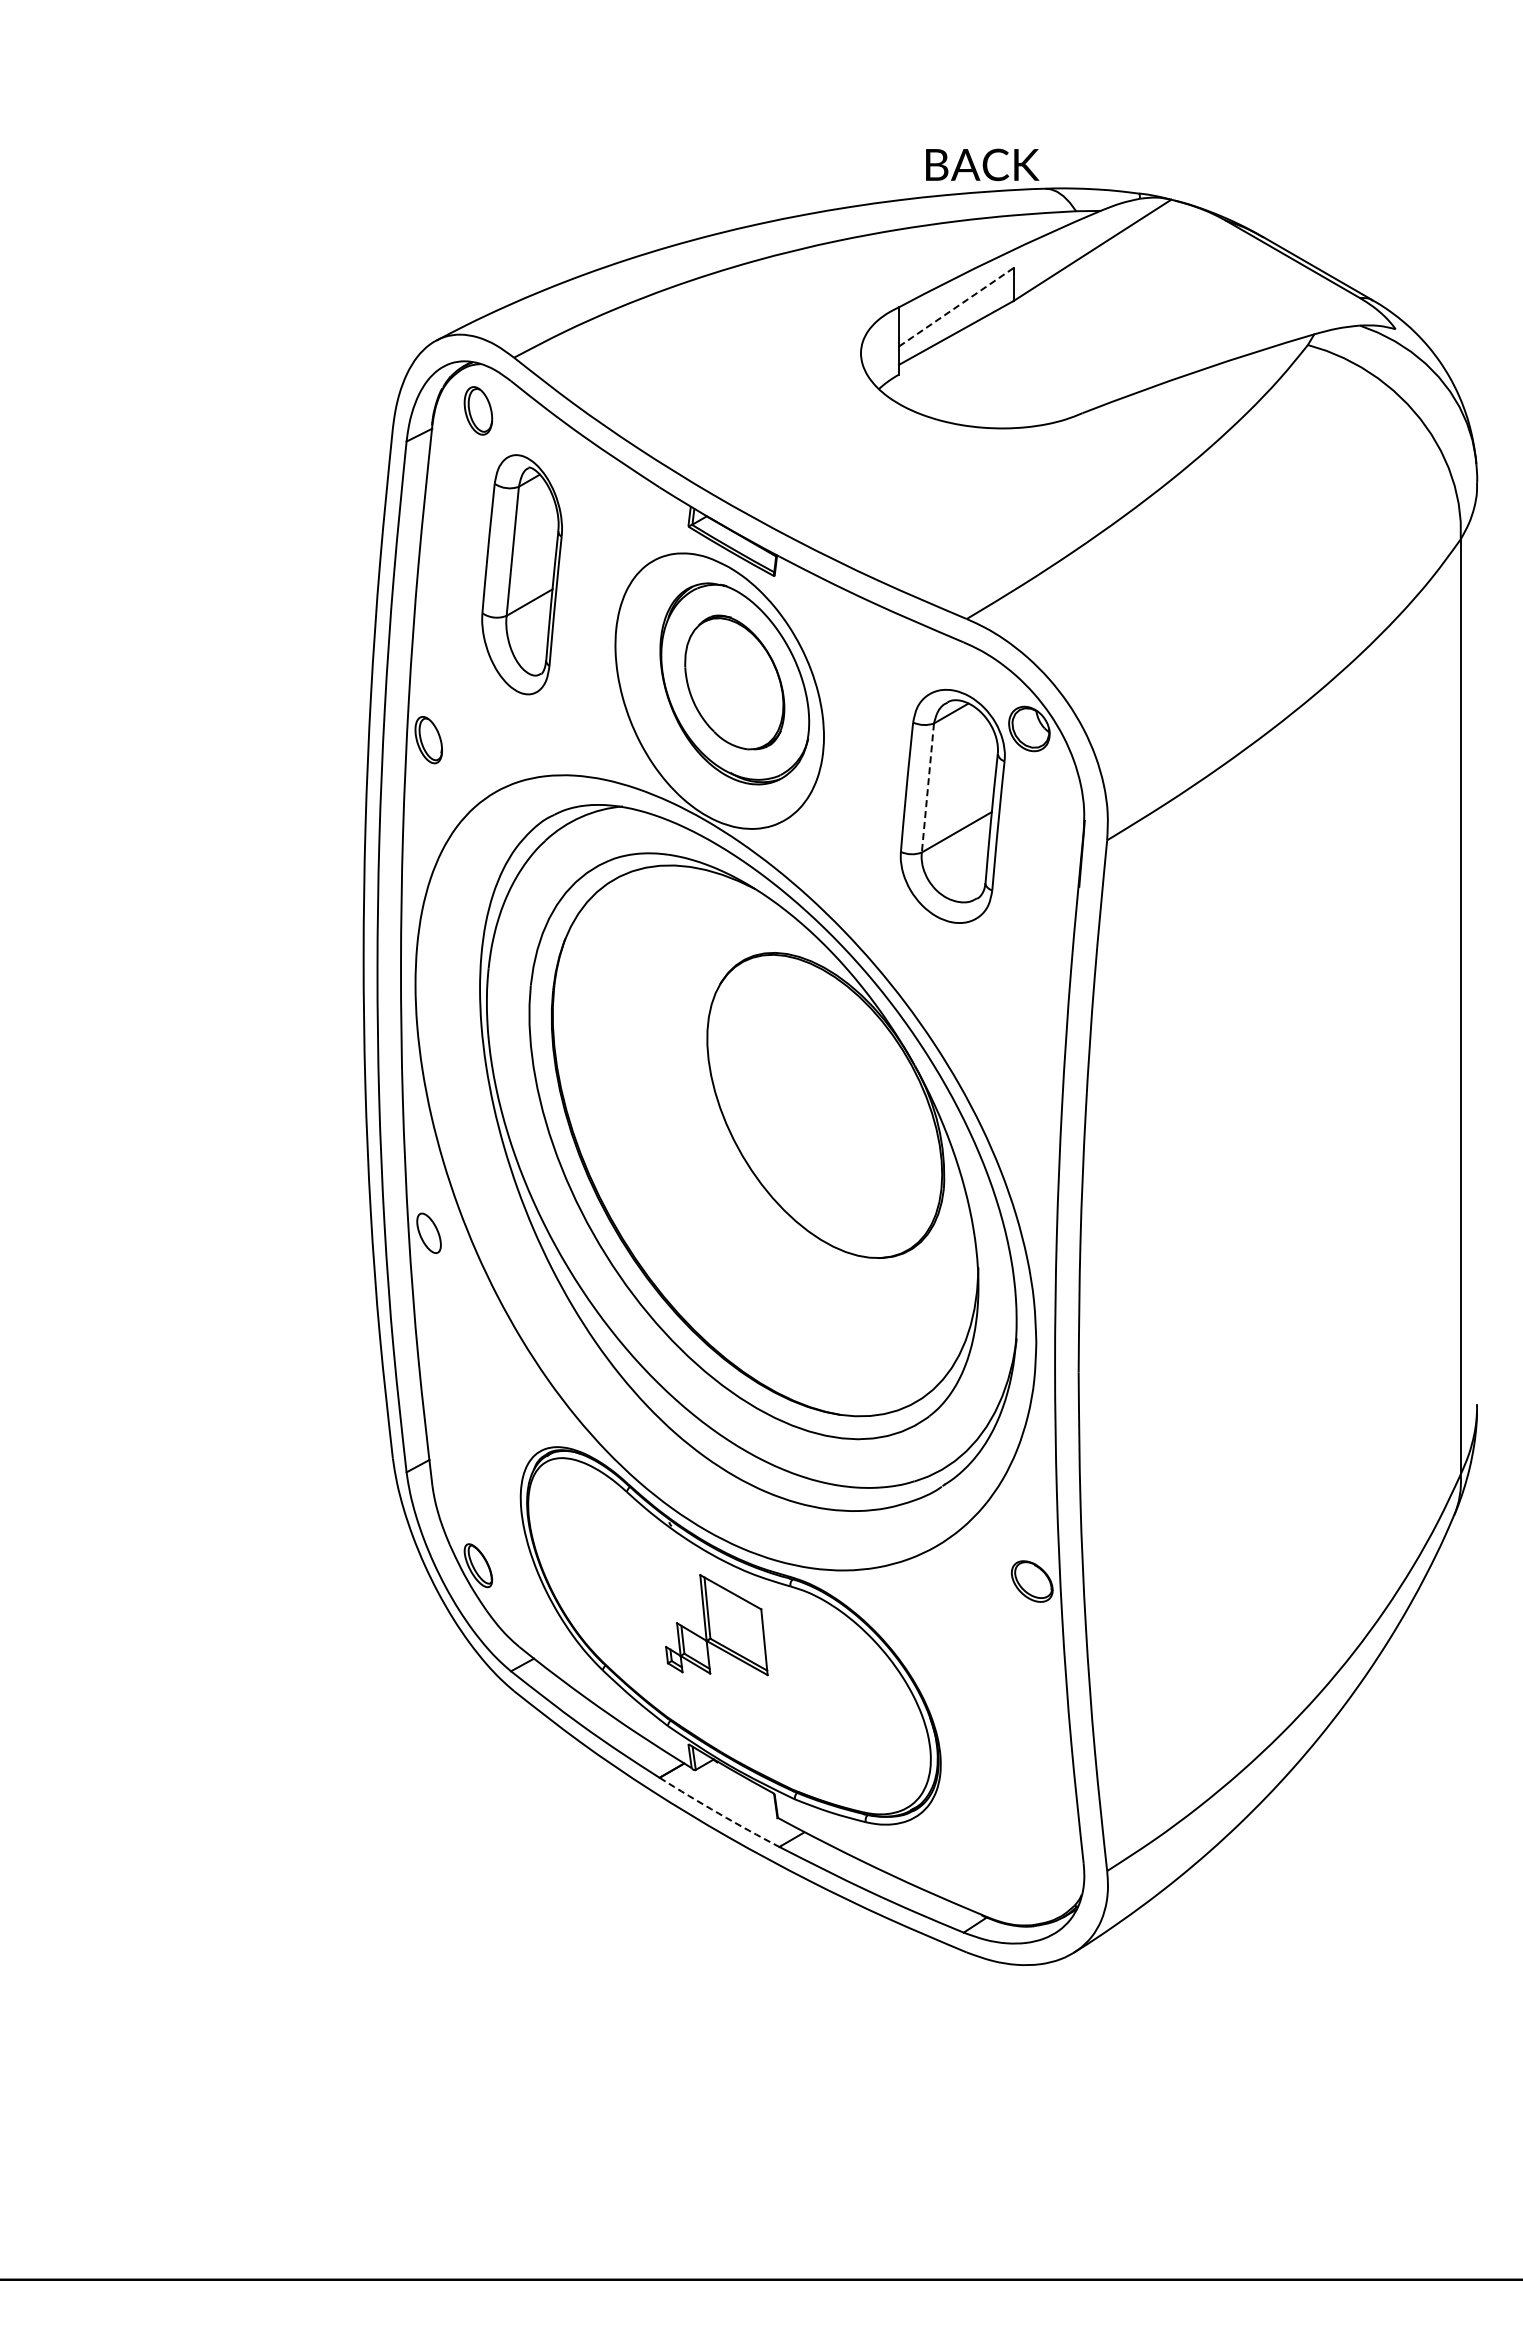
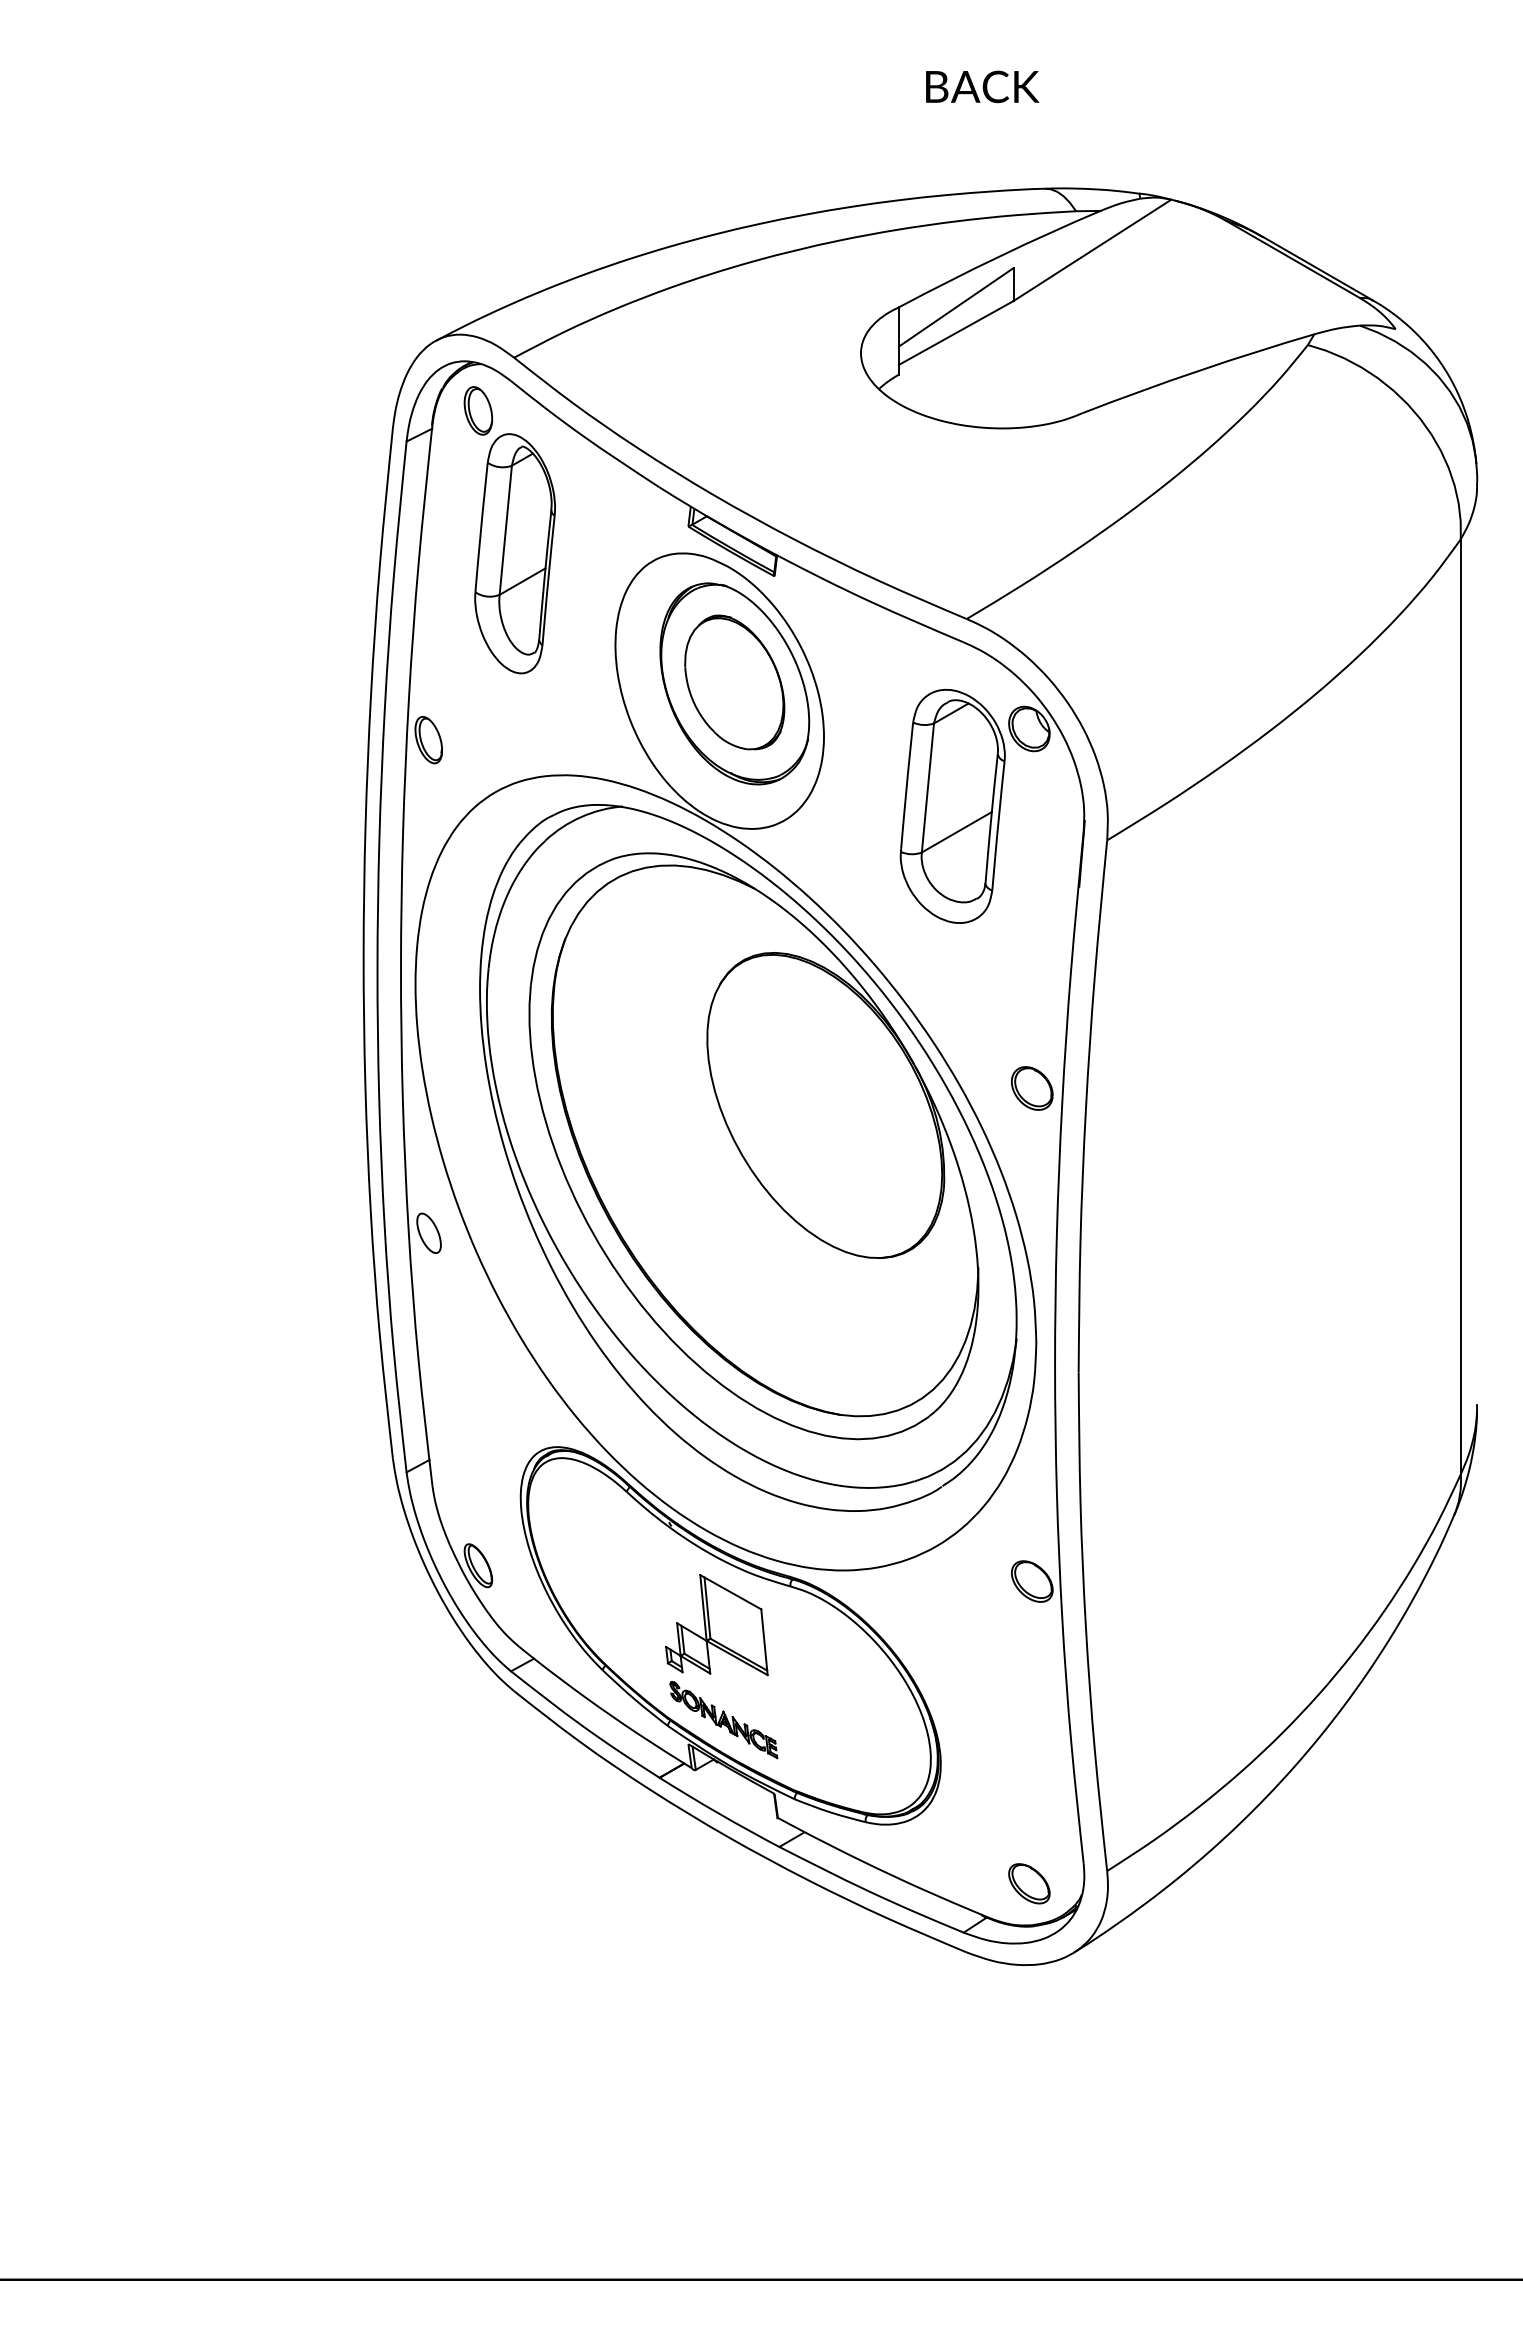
text at (982, 164) position: (982, 164) -> (982, 86)
line at (956, 307): dashed -> solid
part at (521, 574) position: (521, 574) -> (514, 553)
line at (927, 787): dashed -> solid
part at (1032, 1088): none -> present
part at (723, 1720): none -> present
arc at (718, 1813): dashed -> solid
part at (1029, 1883): none -> present
